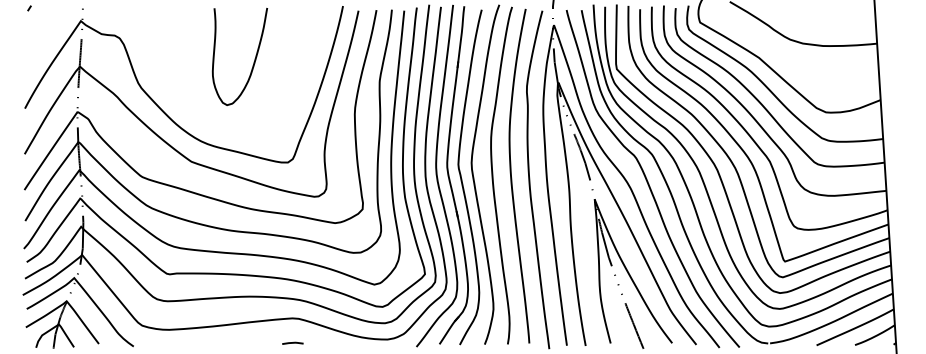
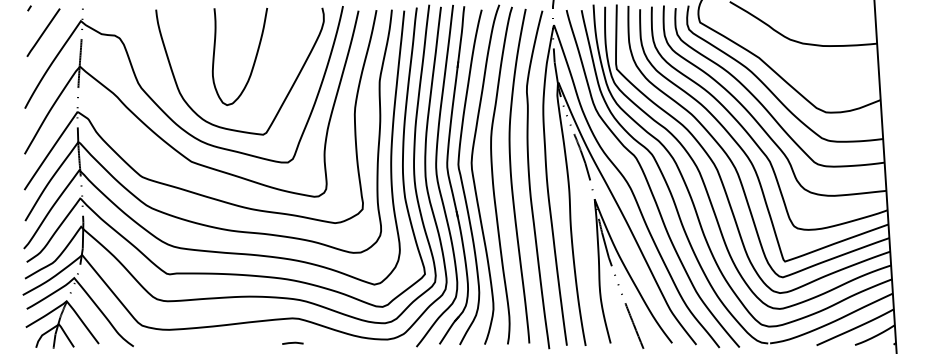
line at (43, 32): none -> present
curve at (285, 96): none -> present
